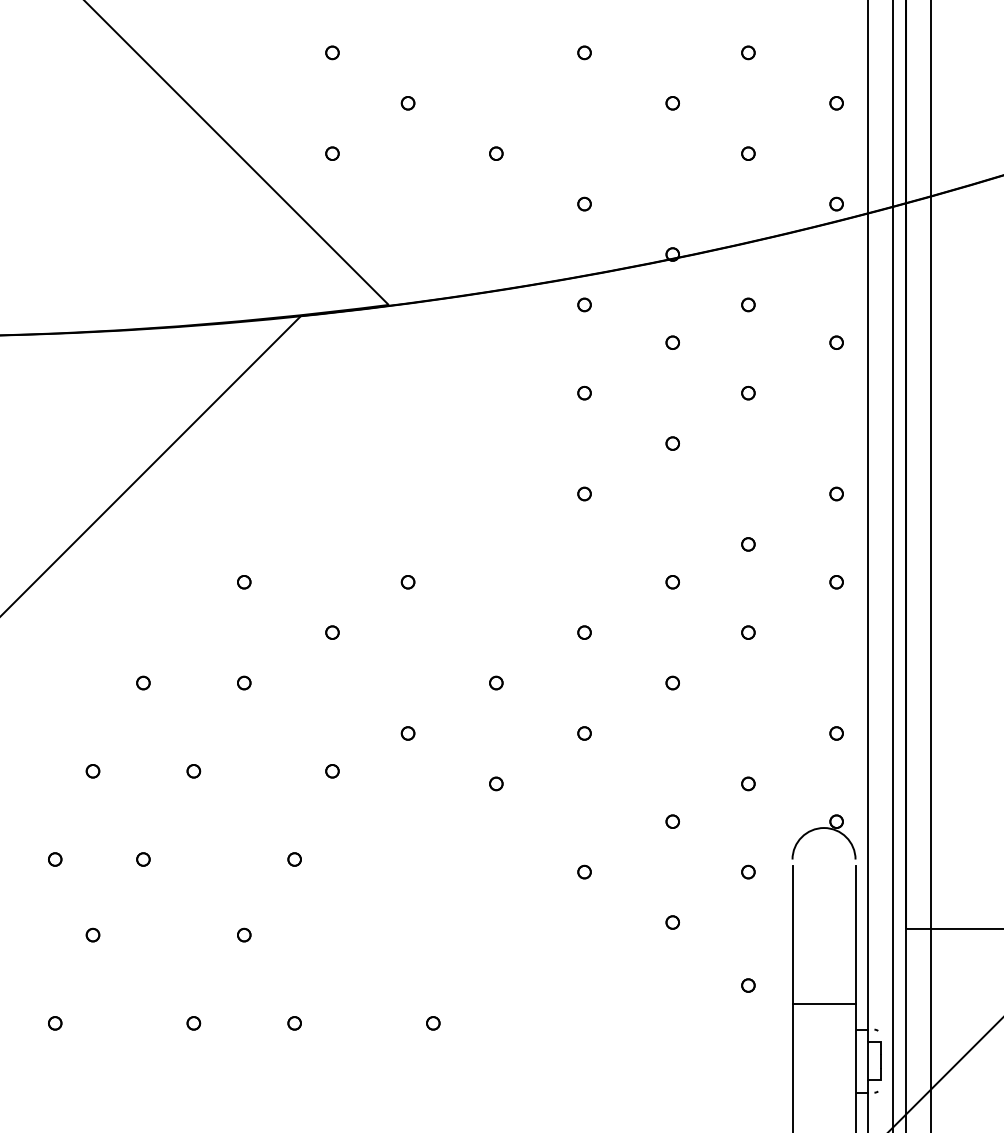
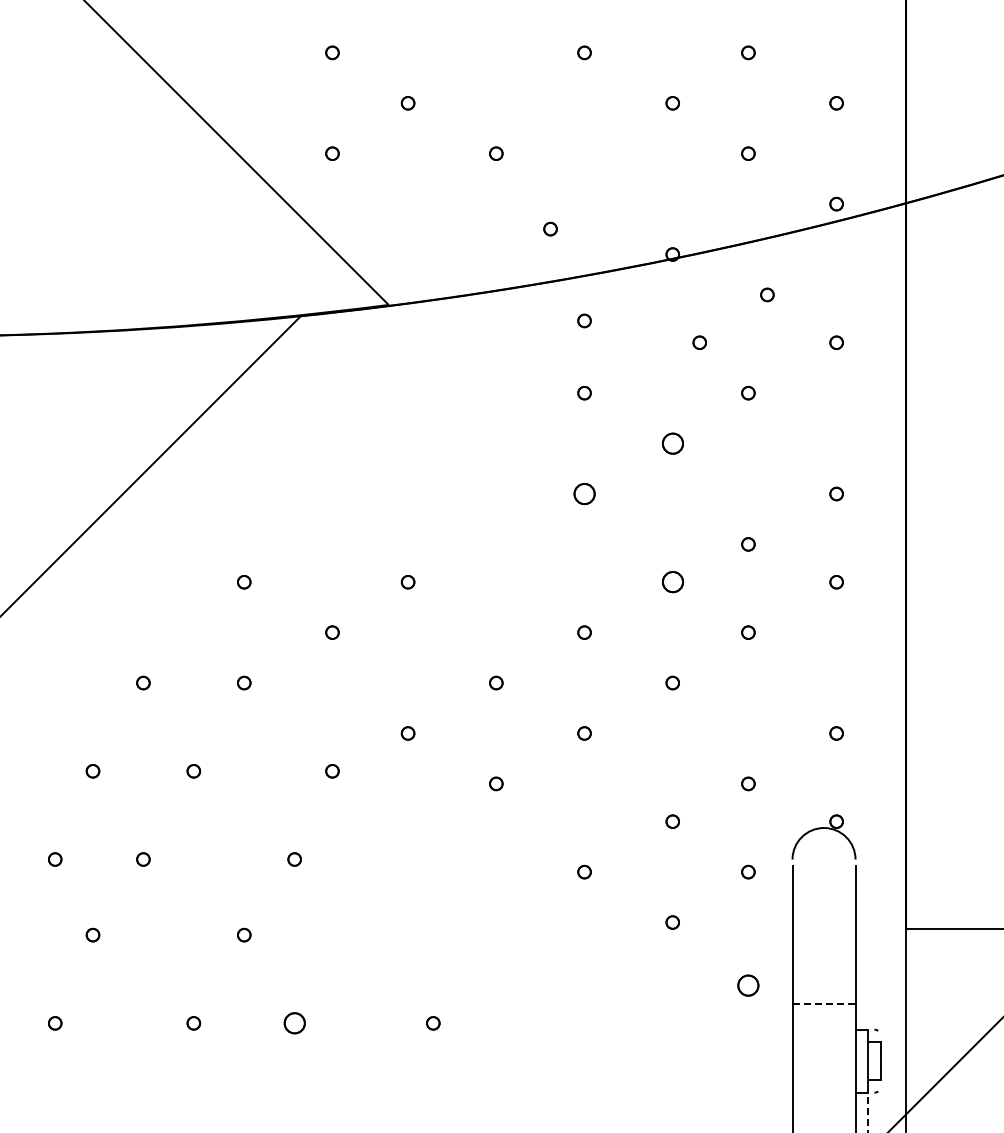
part at (584, 203) position: (584, 203) -> (550, 228)
part at (584, 304) position: (584, 304) -> (584, 320)
part at (748, 304) position: (748, 304) -> (767, 294)
part at (672, 342) position: (672, 342) -> (699, 342)
part at (672, 443) size: 15x15 px -> 22x23 px
part at (584, 493) size: 15x16 px -> 23x23 px
line at (868, 515): present -> none
line at (893, 565): present -> none
line at (931, 565): present -> none
part at (672, 582) size: 15x15 px -> 22x23 px
part at (748, 985) size: 15x15 px -> 23x23 px
line at (824, 1004): solid -> dashed
part at (294, 1023) size: 15x15 px -> 23x23 px
line at (868, 1112): solid -> dashed
